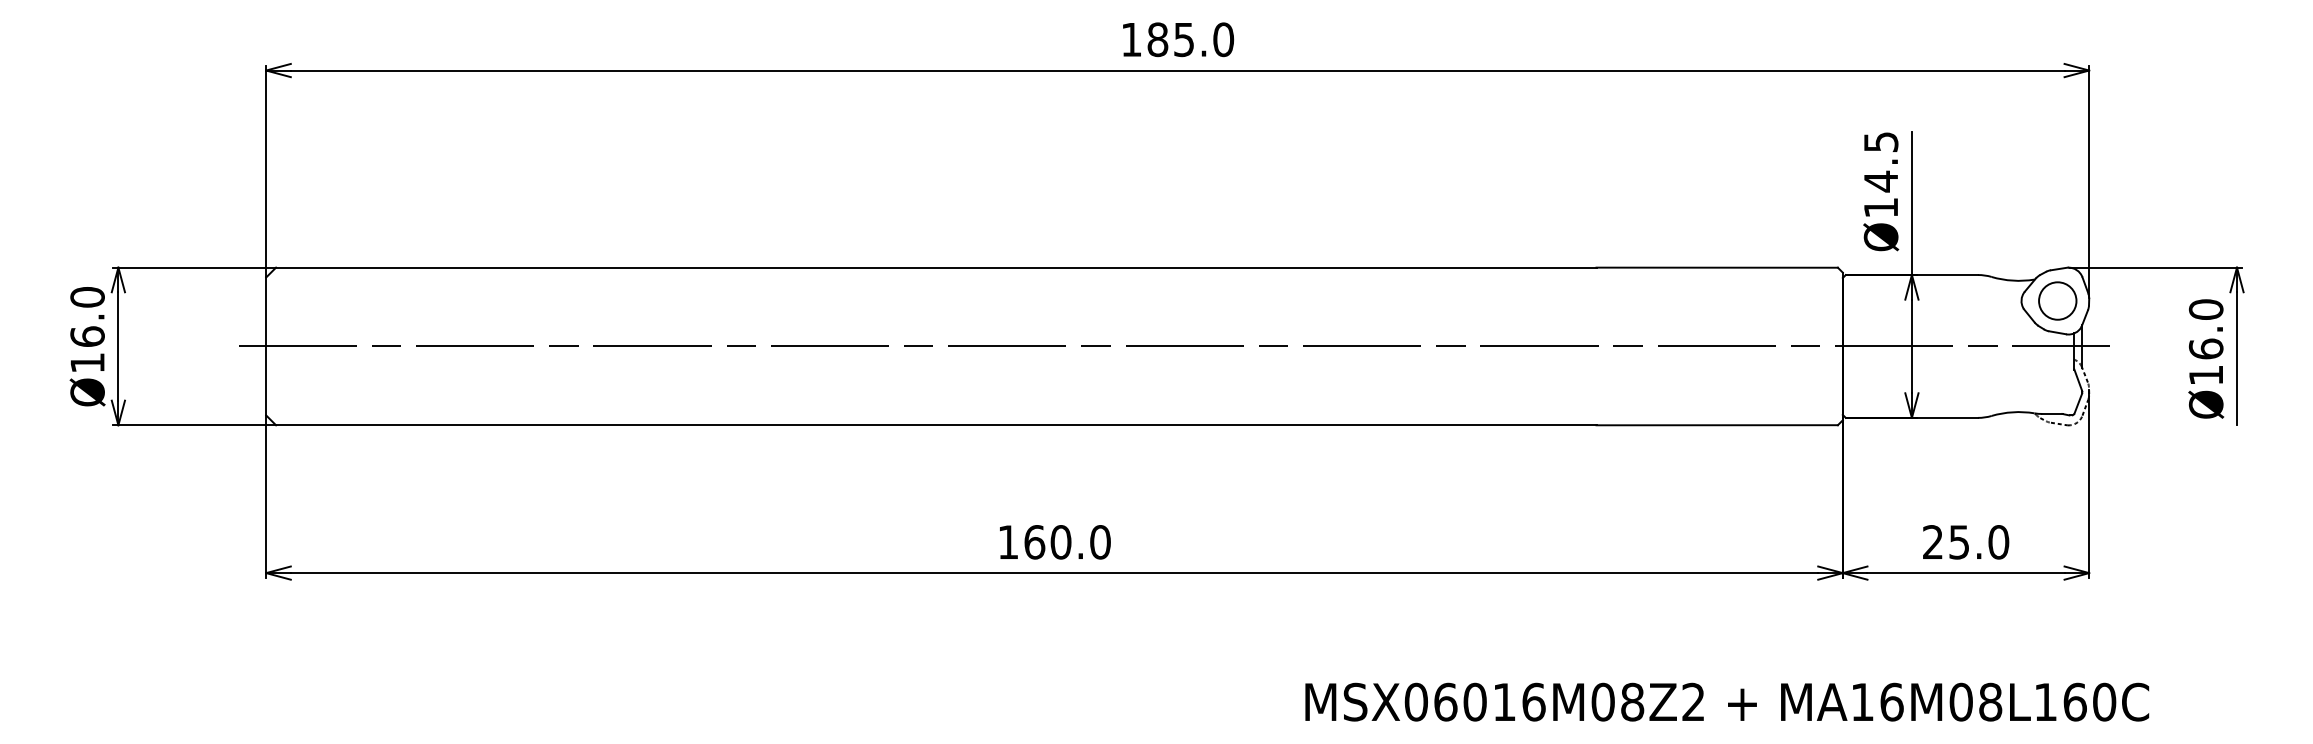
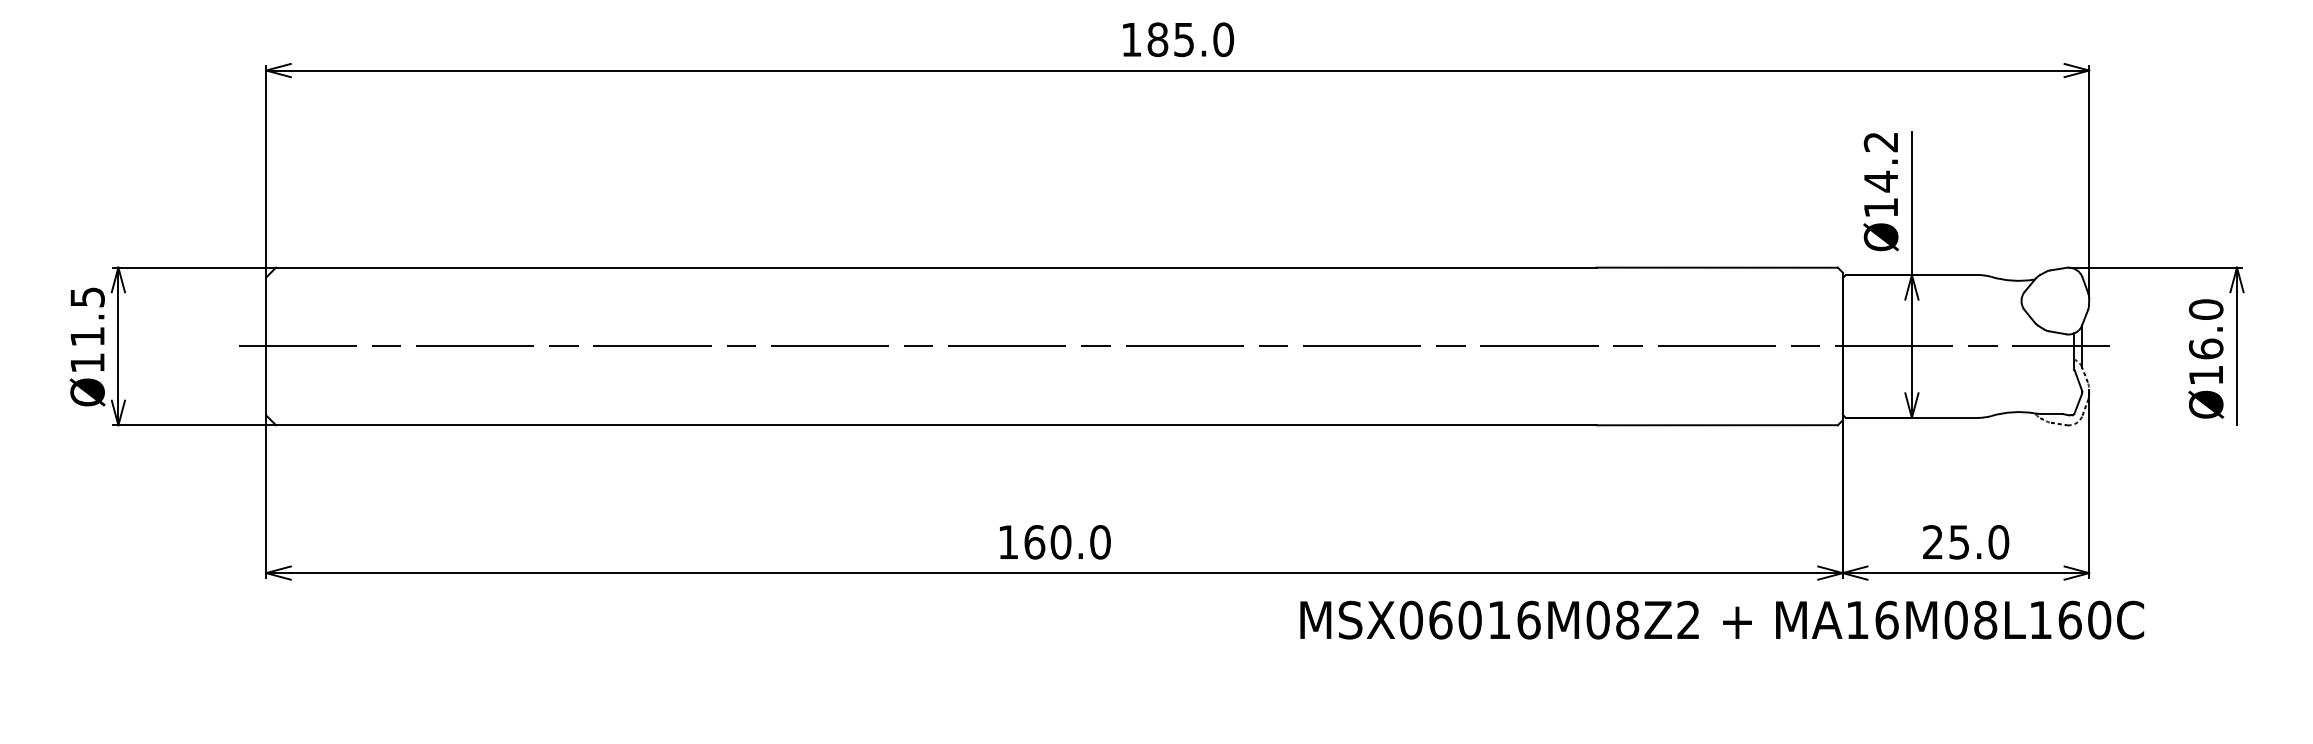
text at (1880, 142): Ø14.5 -> Ø14.2
circle at (2057, 300): present -> none
text at (87, 316): Ø16.0 -> Ø11.5
text at (1727, 701) position: (1727, 701) -> (1722, 619)
